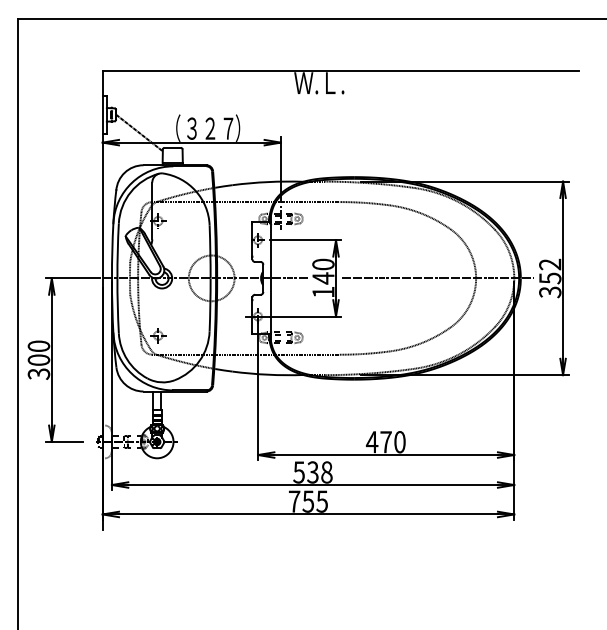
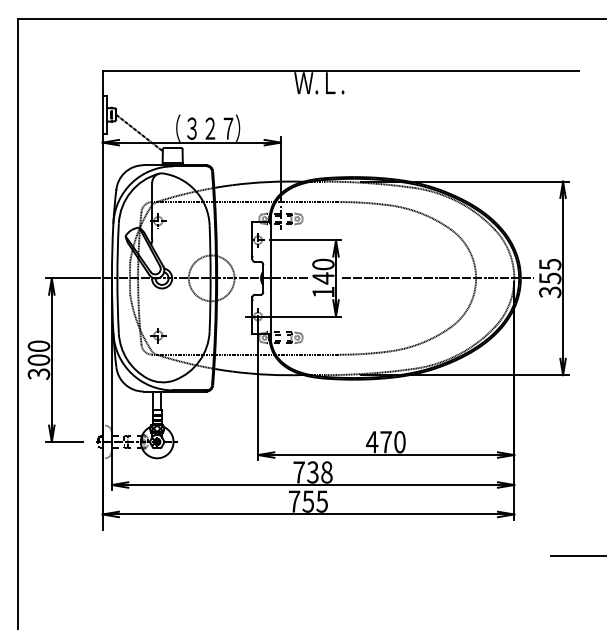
text at (550, 264): 352 -> 355
text at (298, 472): 538 -> 738
line at (577, 556): none -> present
